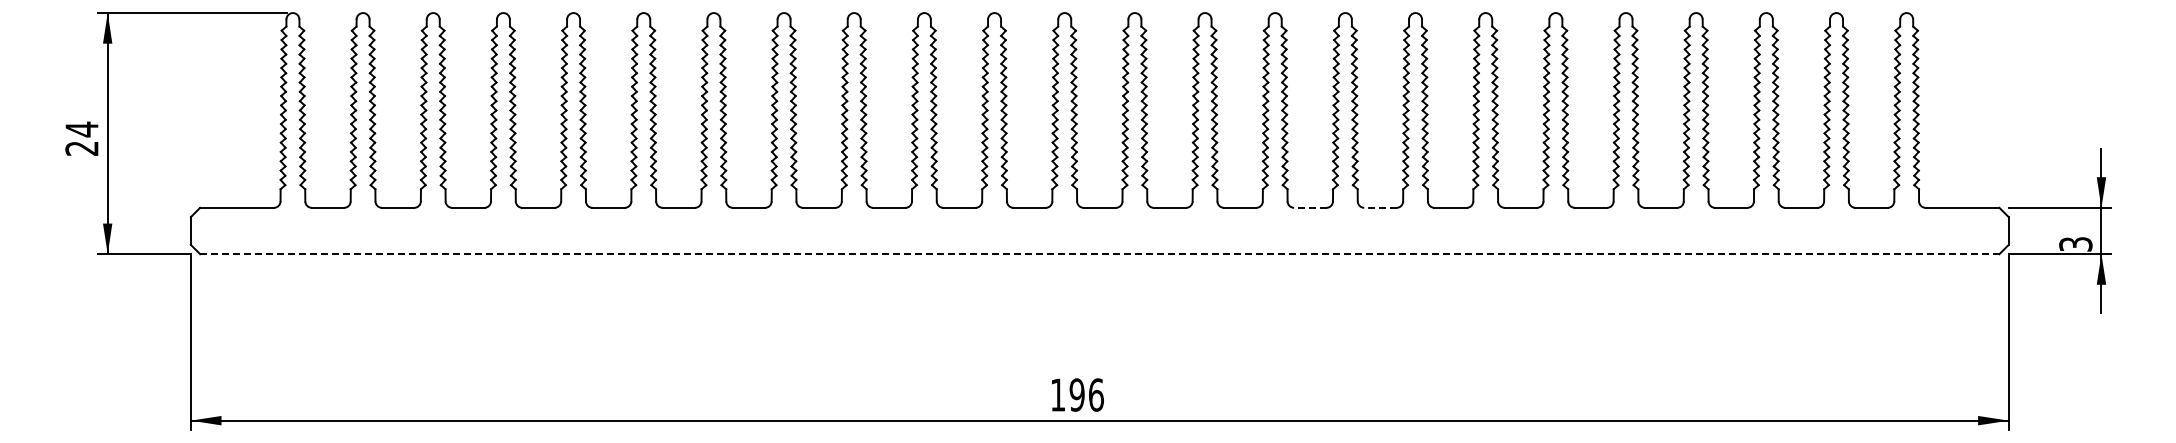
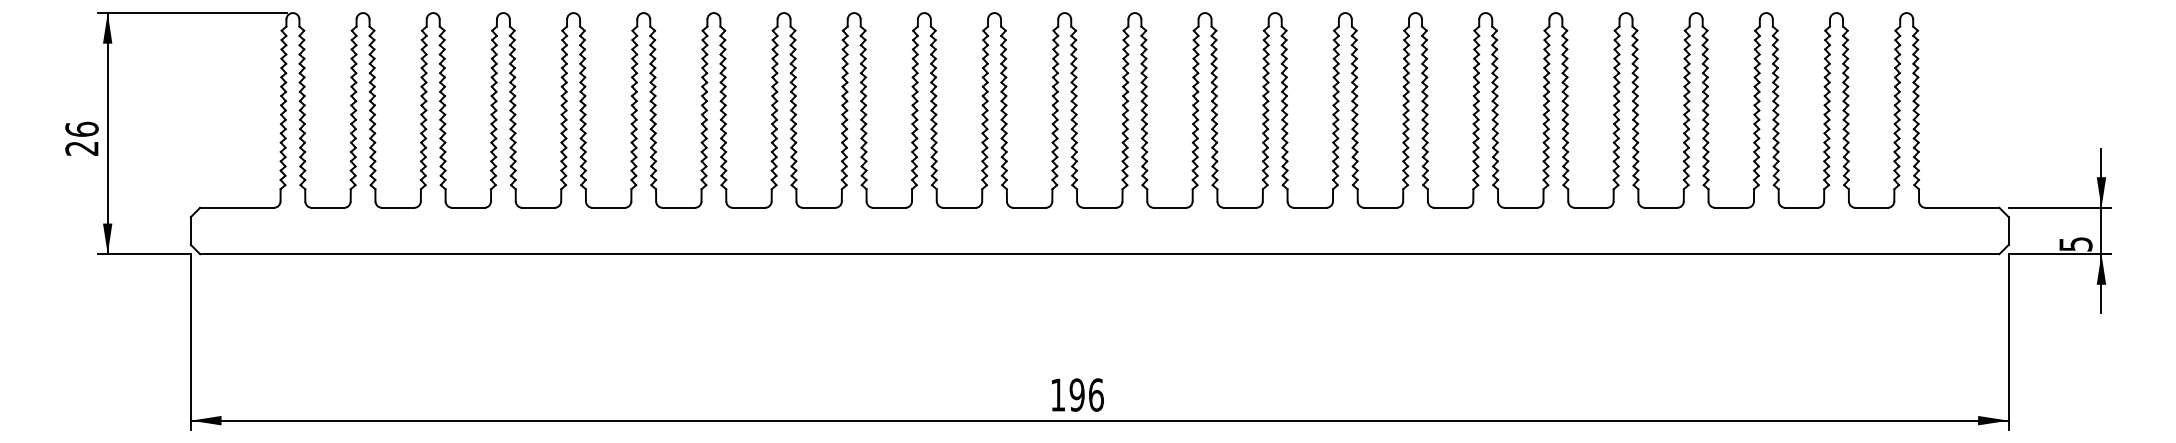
text at (81, 129): 24 -> 26
line at (1309, 207): dashed -> solid
line at (1379, 207): dashed -> solid
text at (2075, 244): 3 -> 5
line at (1099, 254): dashed -> solid
